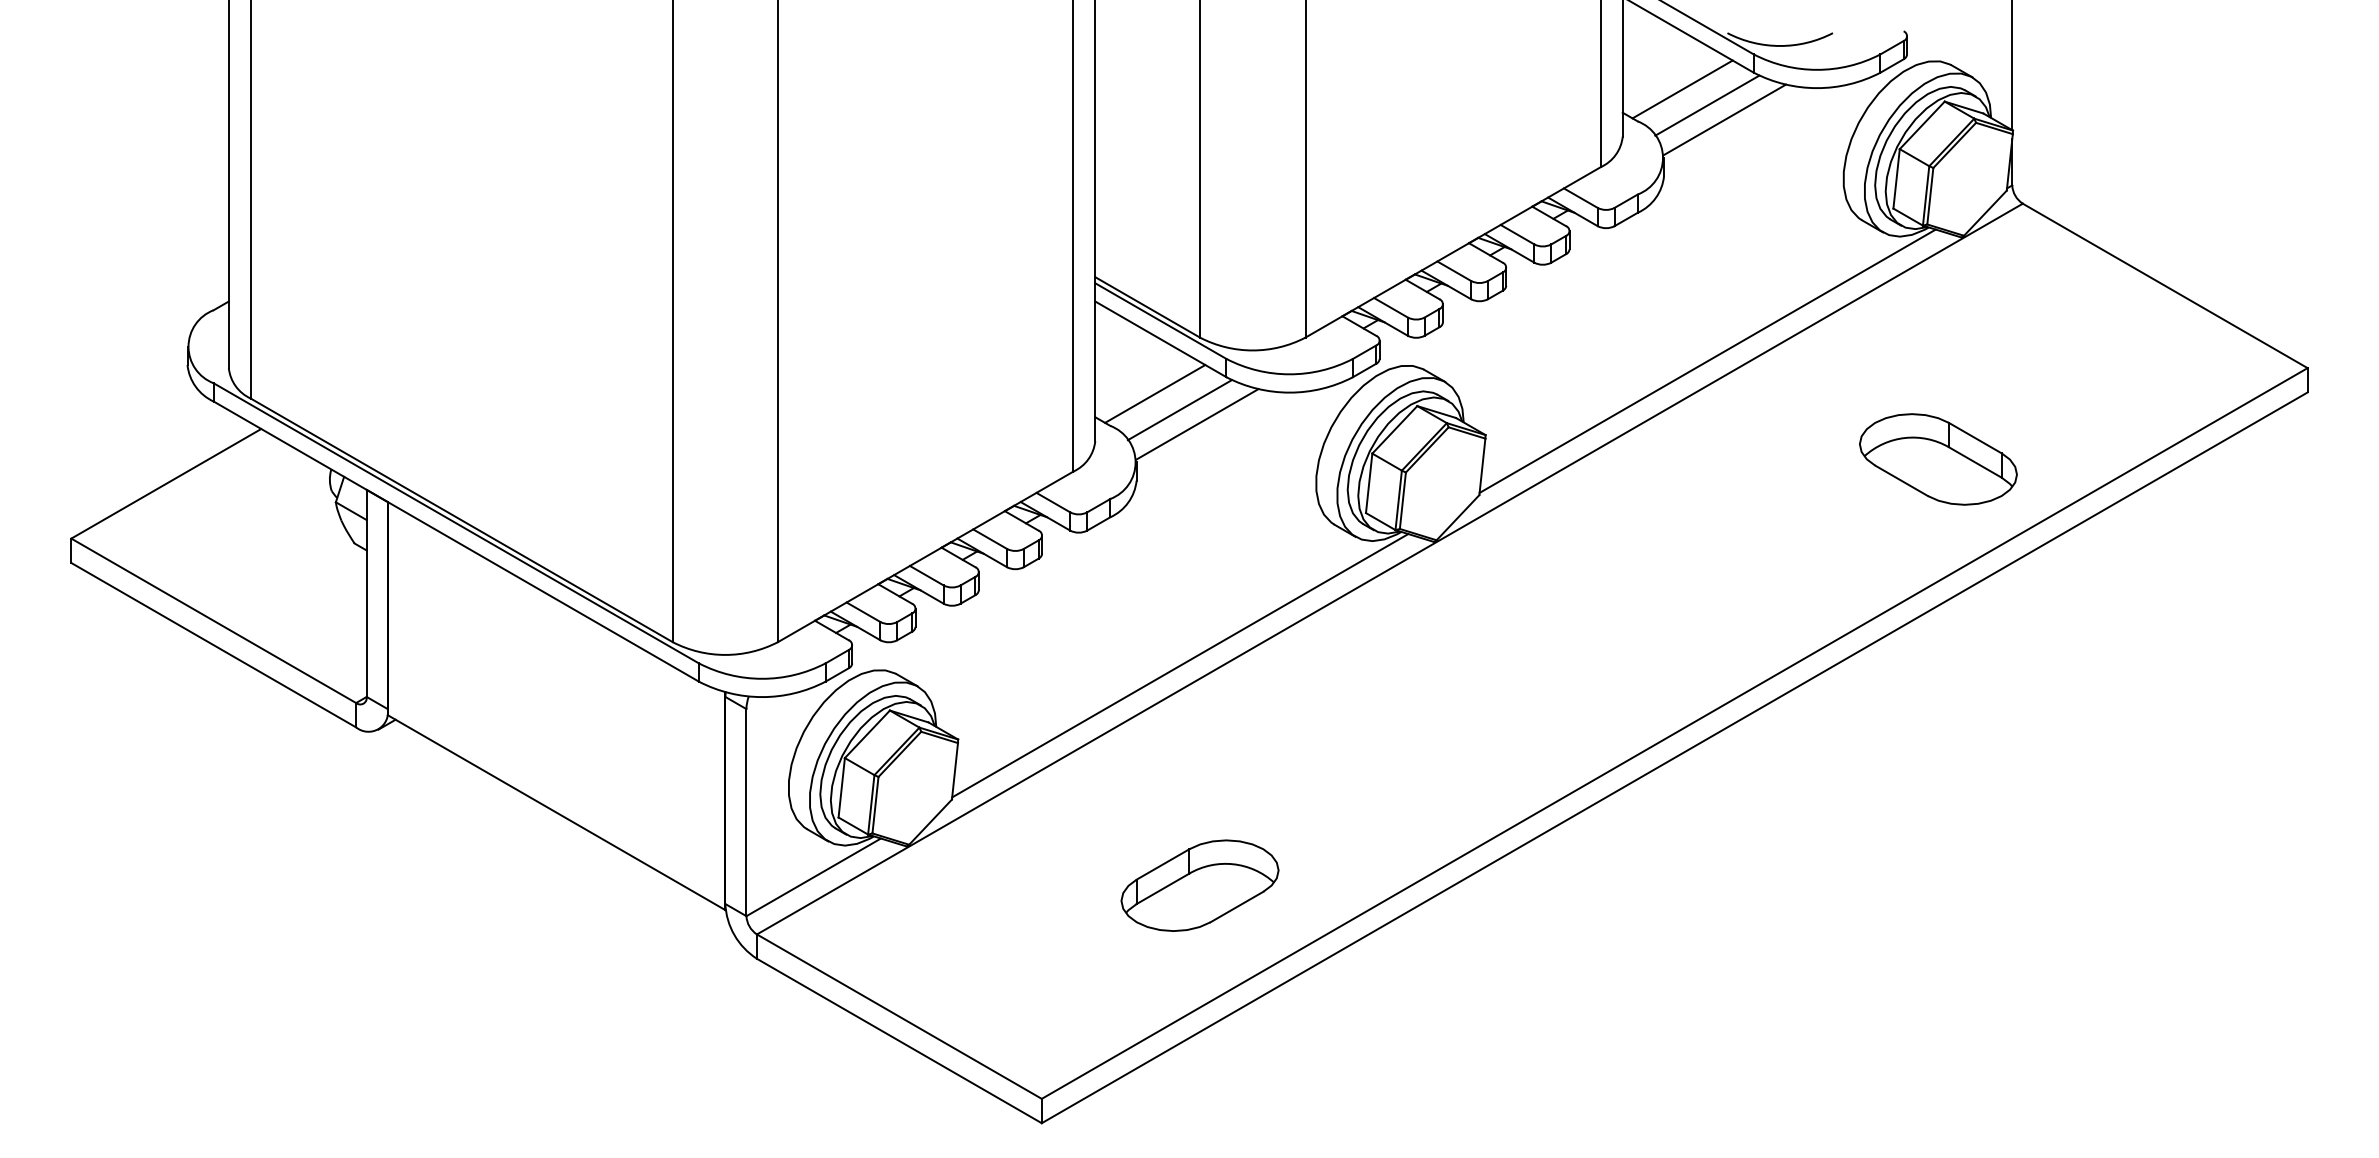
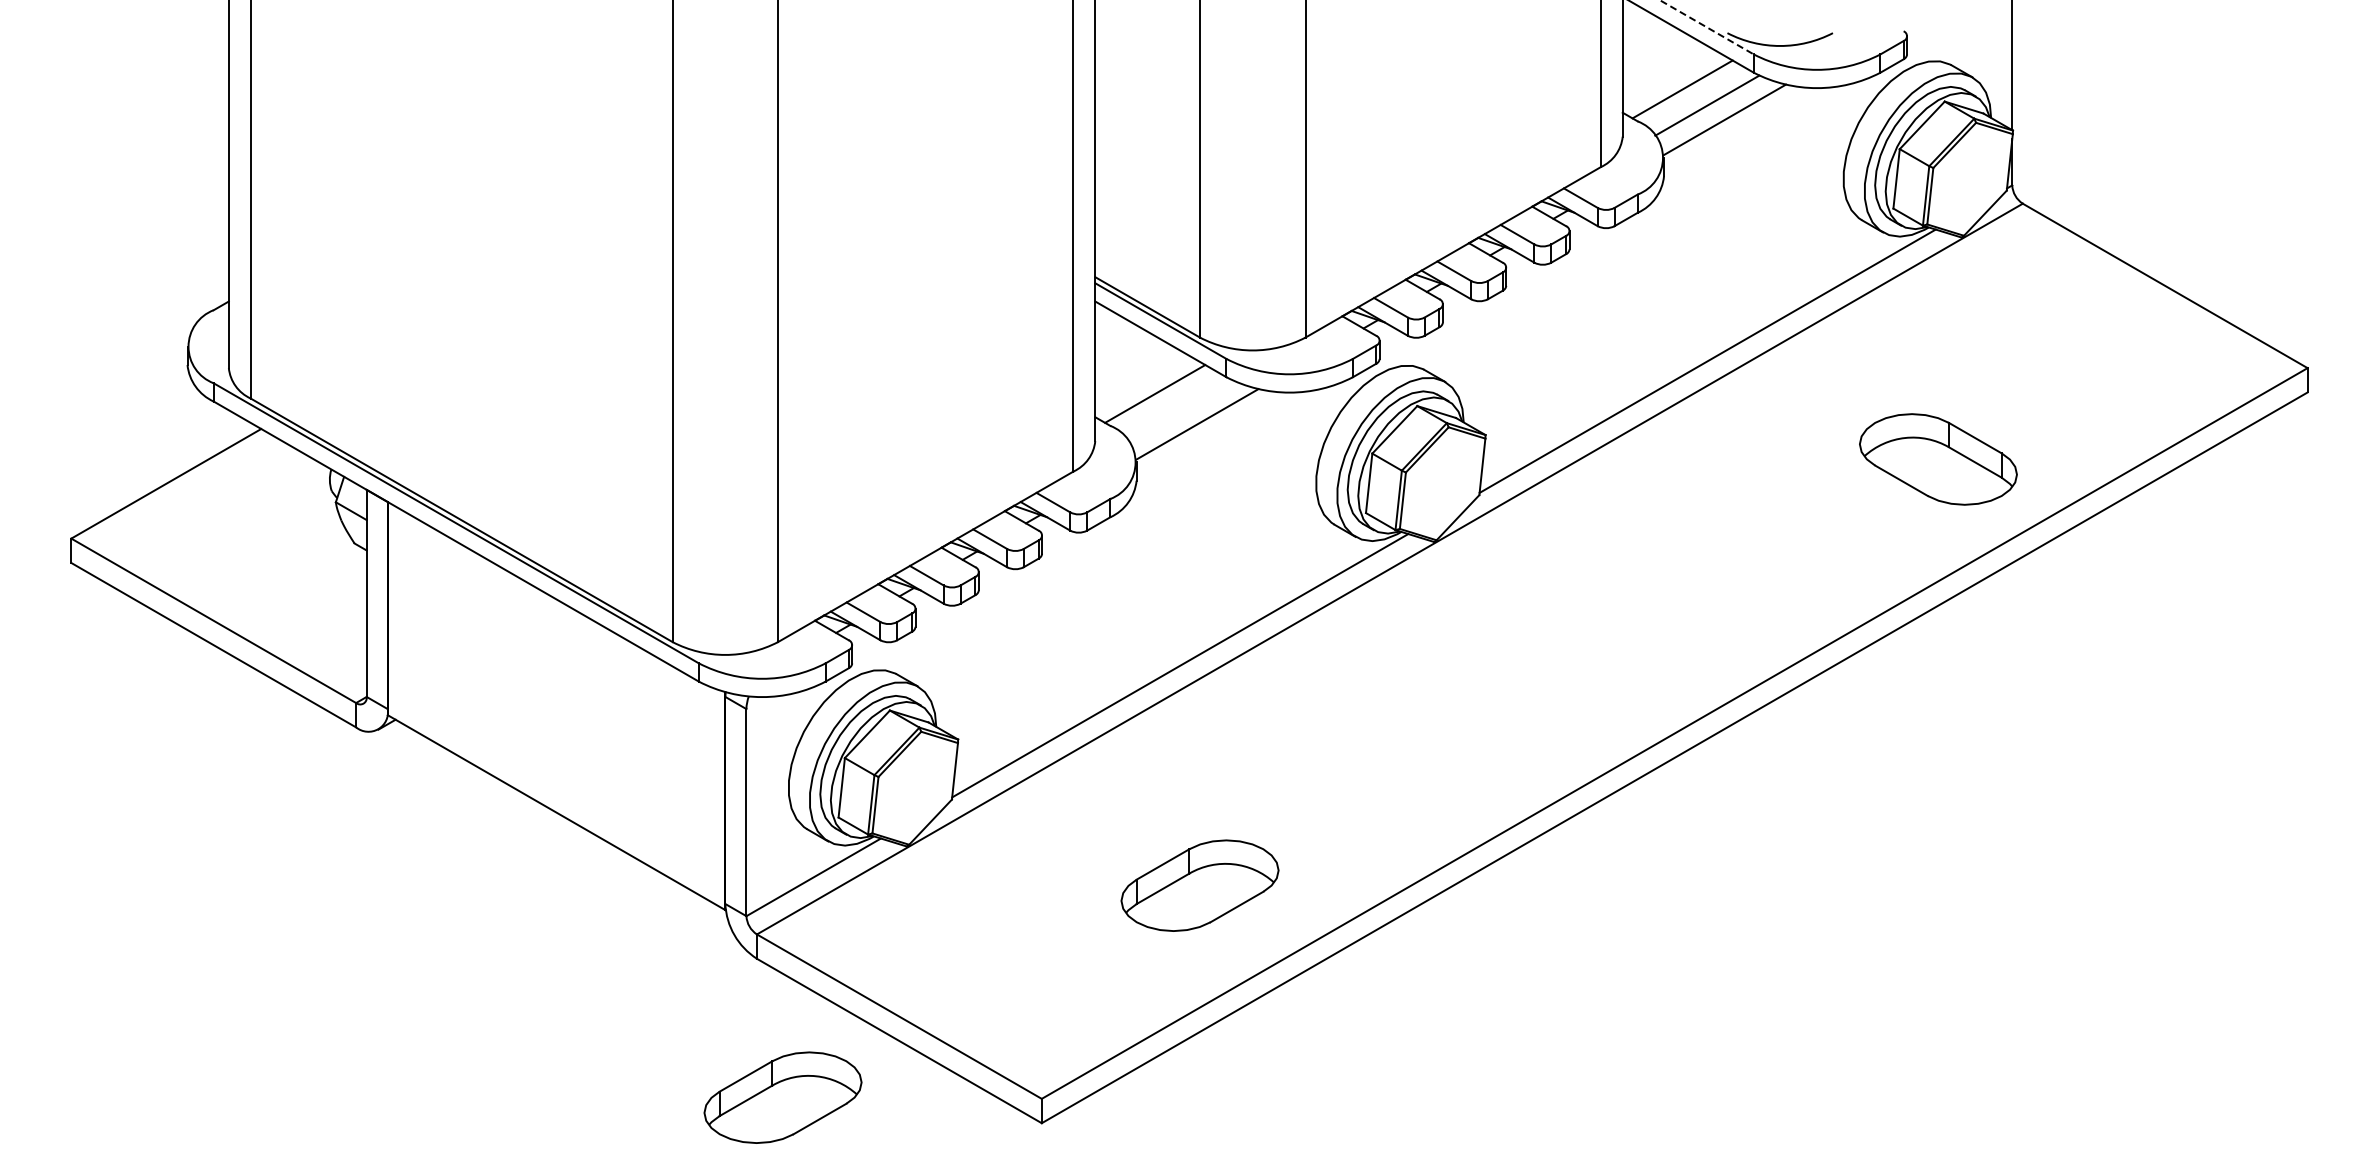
line at (1707, 27): solid -> dashed
line at (1179, 410): present -> none
part at (782, 1097): none -> present
